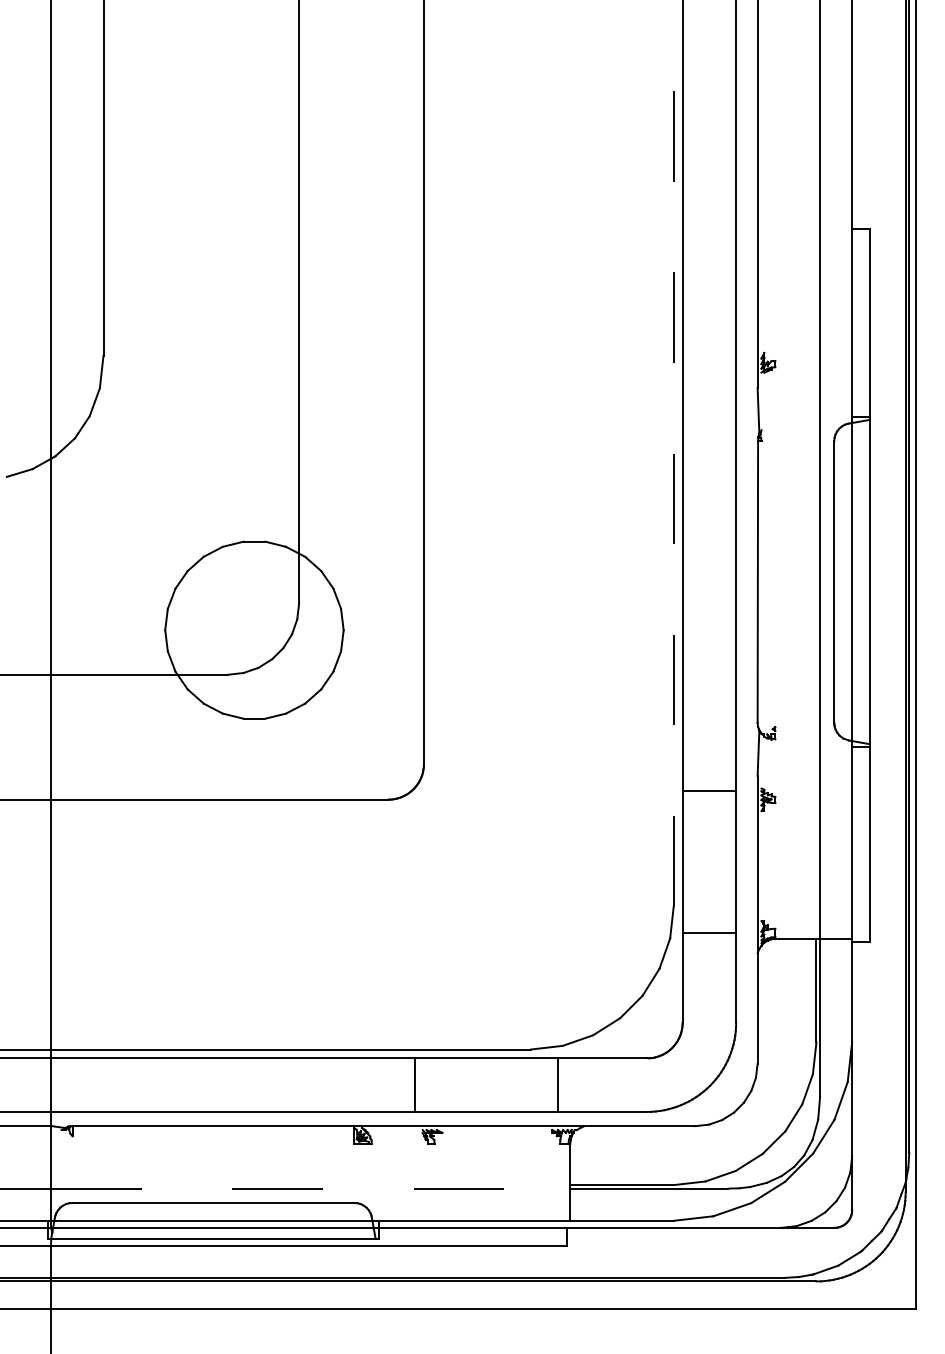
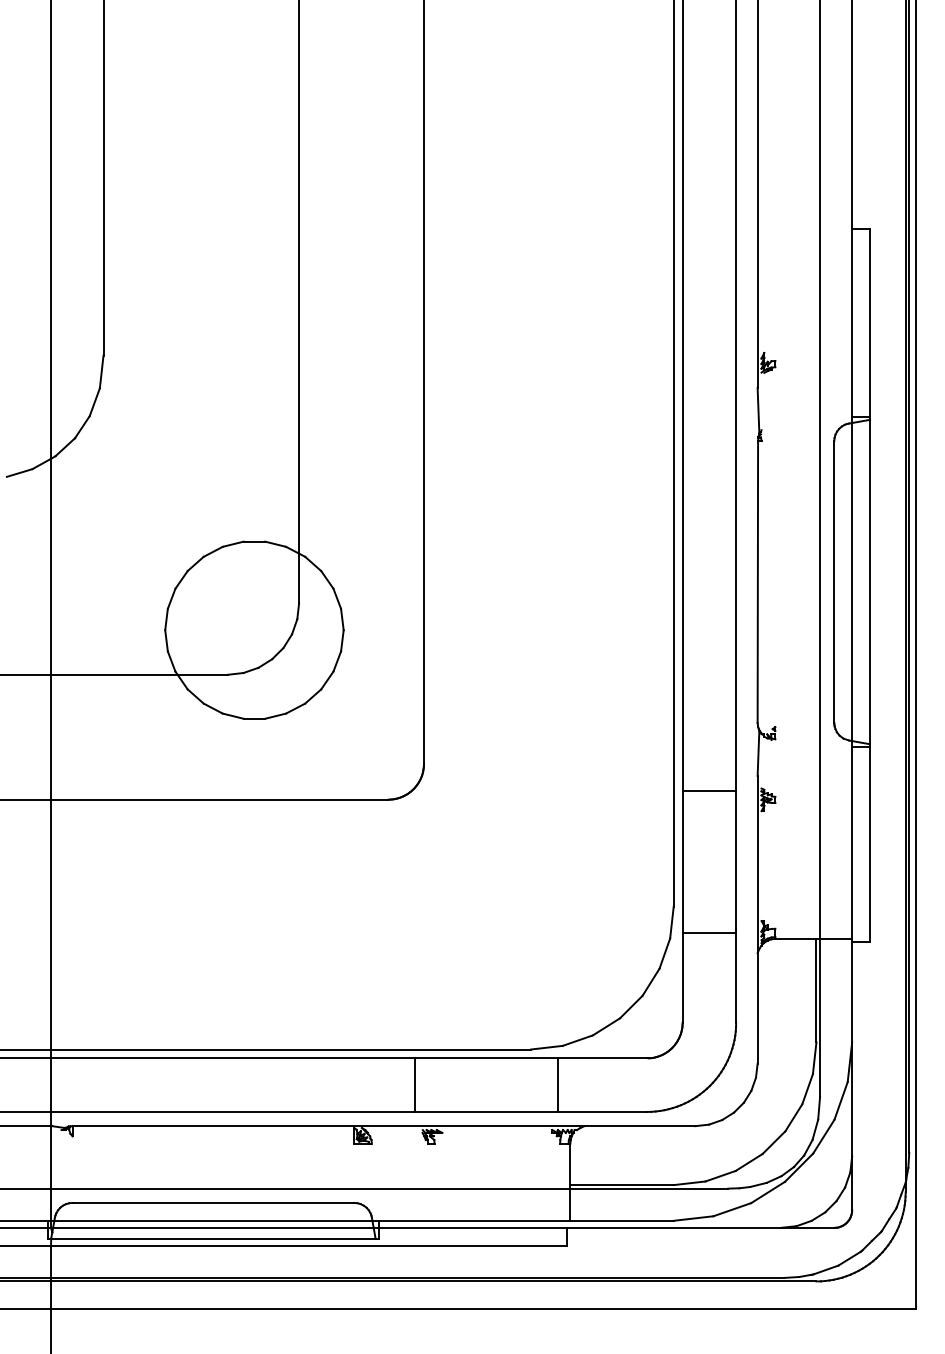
line at (673, 453): dashed -> solid
line at (310, 1188): dashed -> solid
